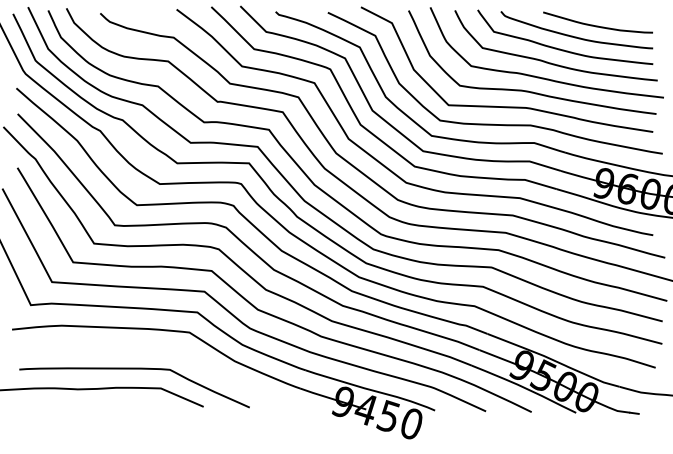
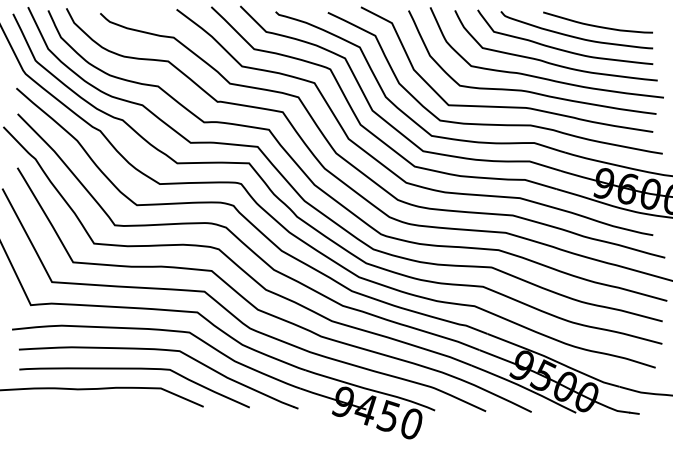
part at (158, 350): none -> present
